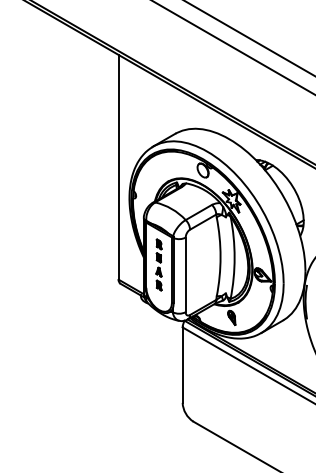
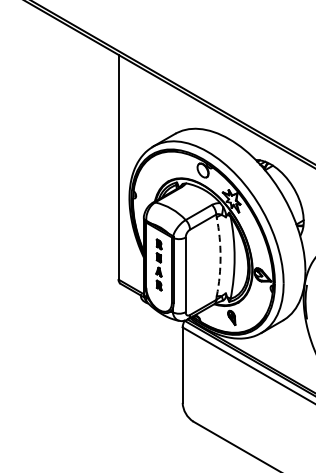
line at (249, 38): present -> none
line at (233, 47): present -> none
arc at (220, 257): solid -> dashed
